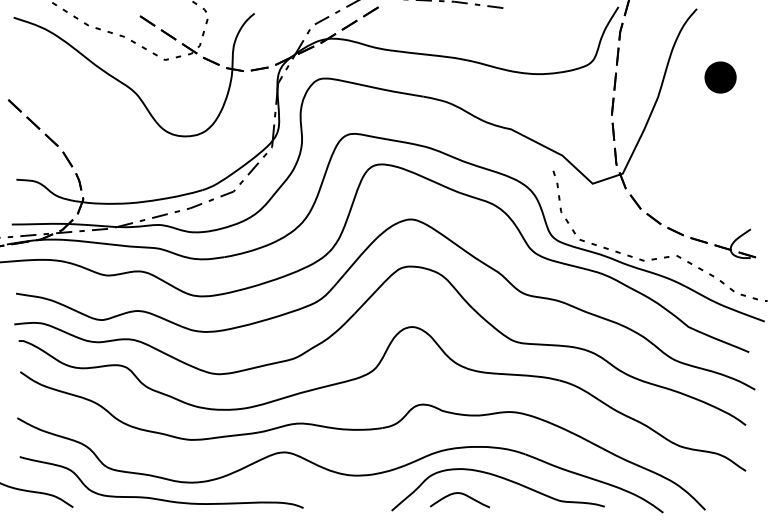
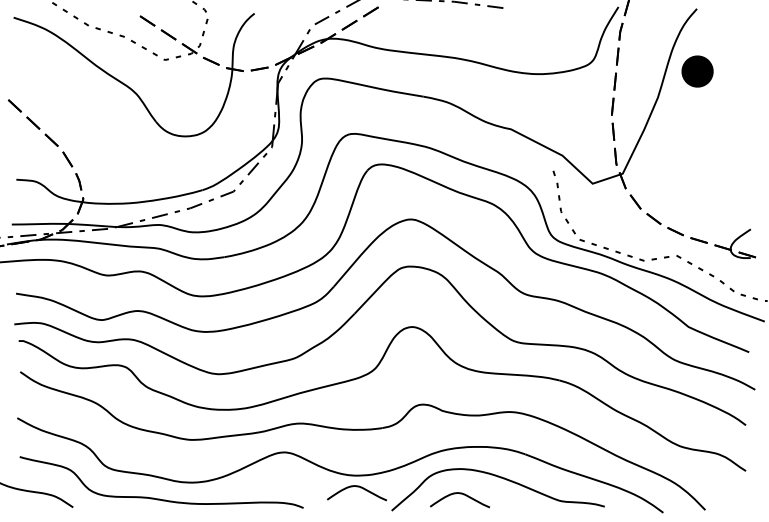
part at (720, 77) position: (720, 77) -> (697, 71)
curve at (356, 487): none -> present
